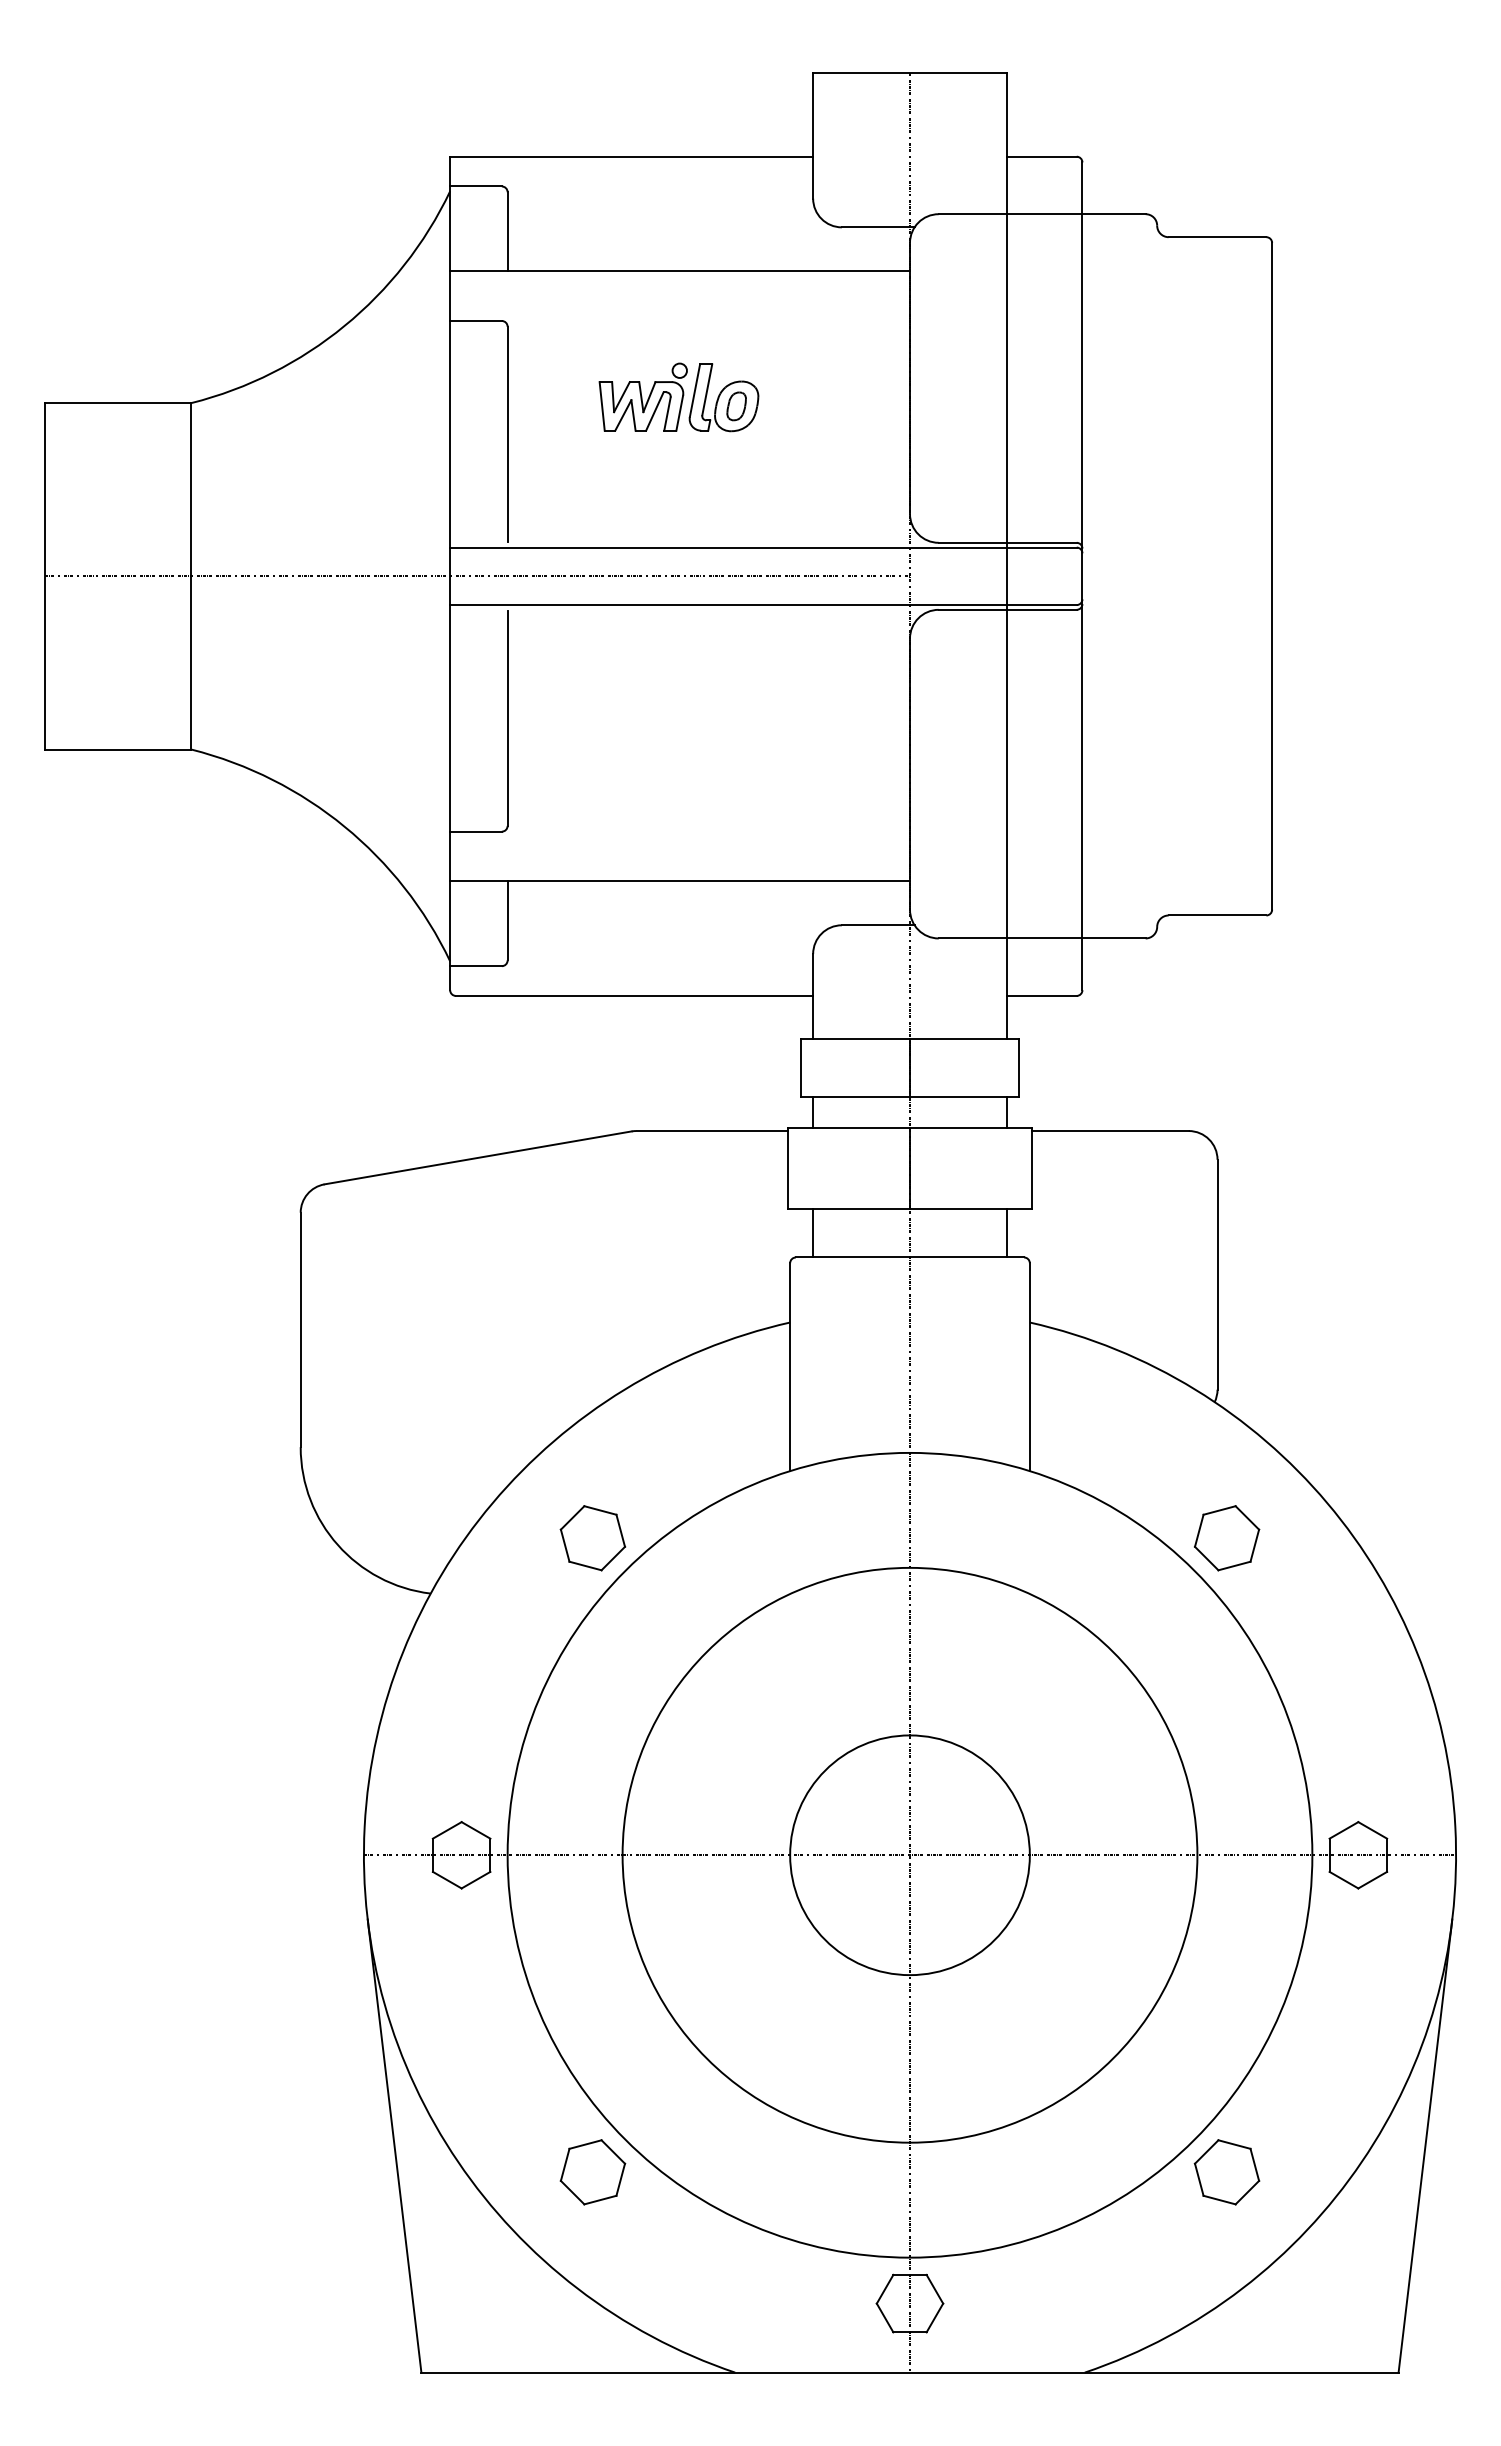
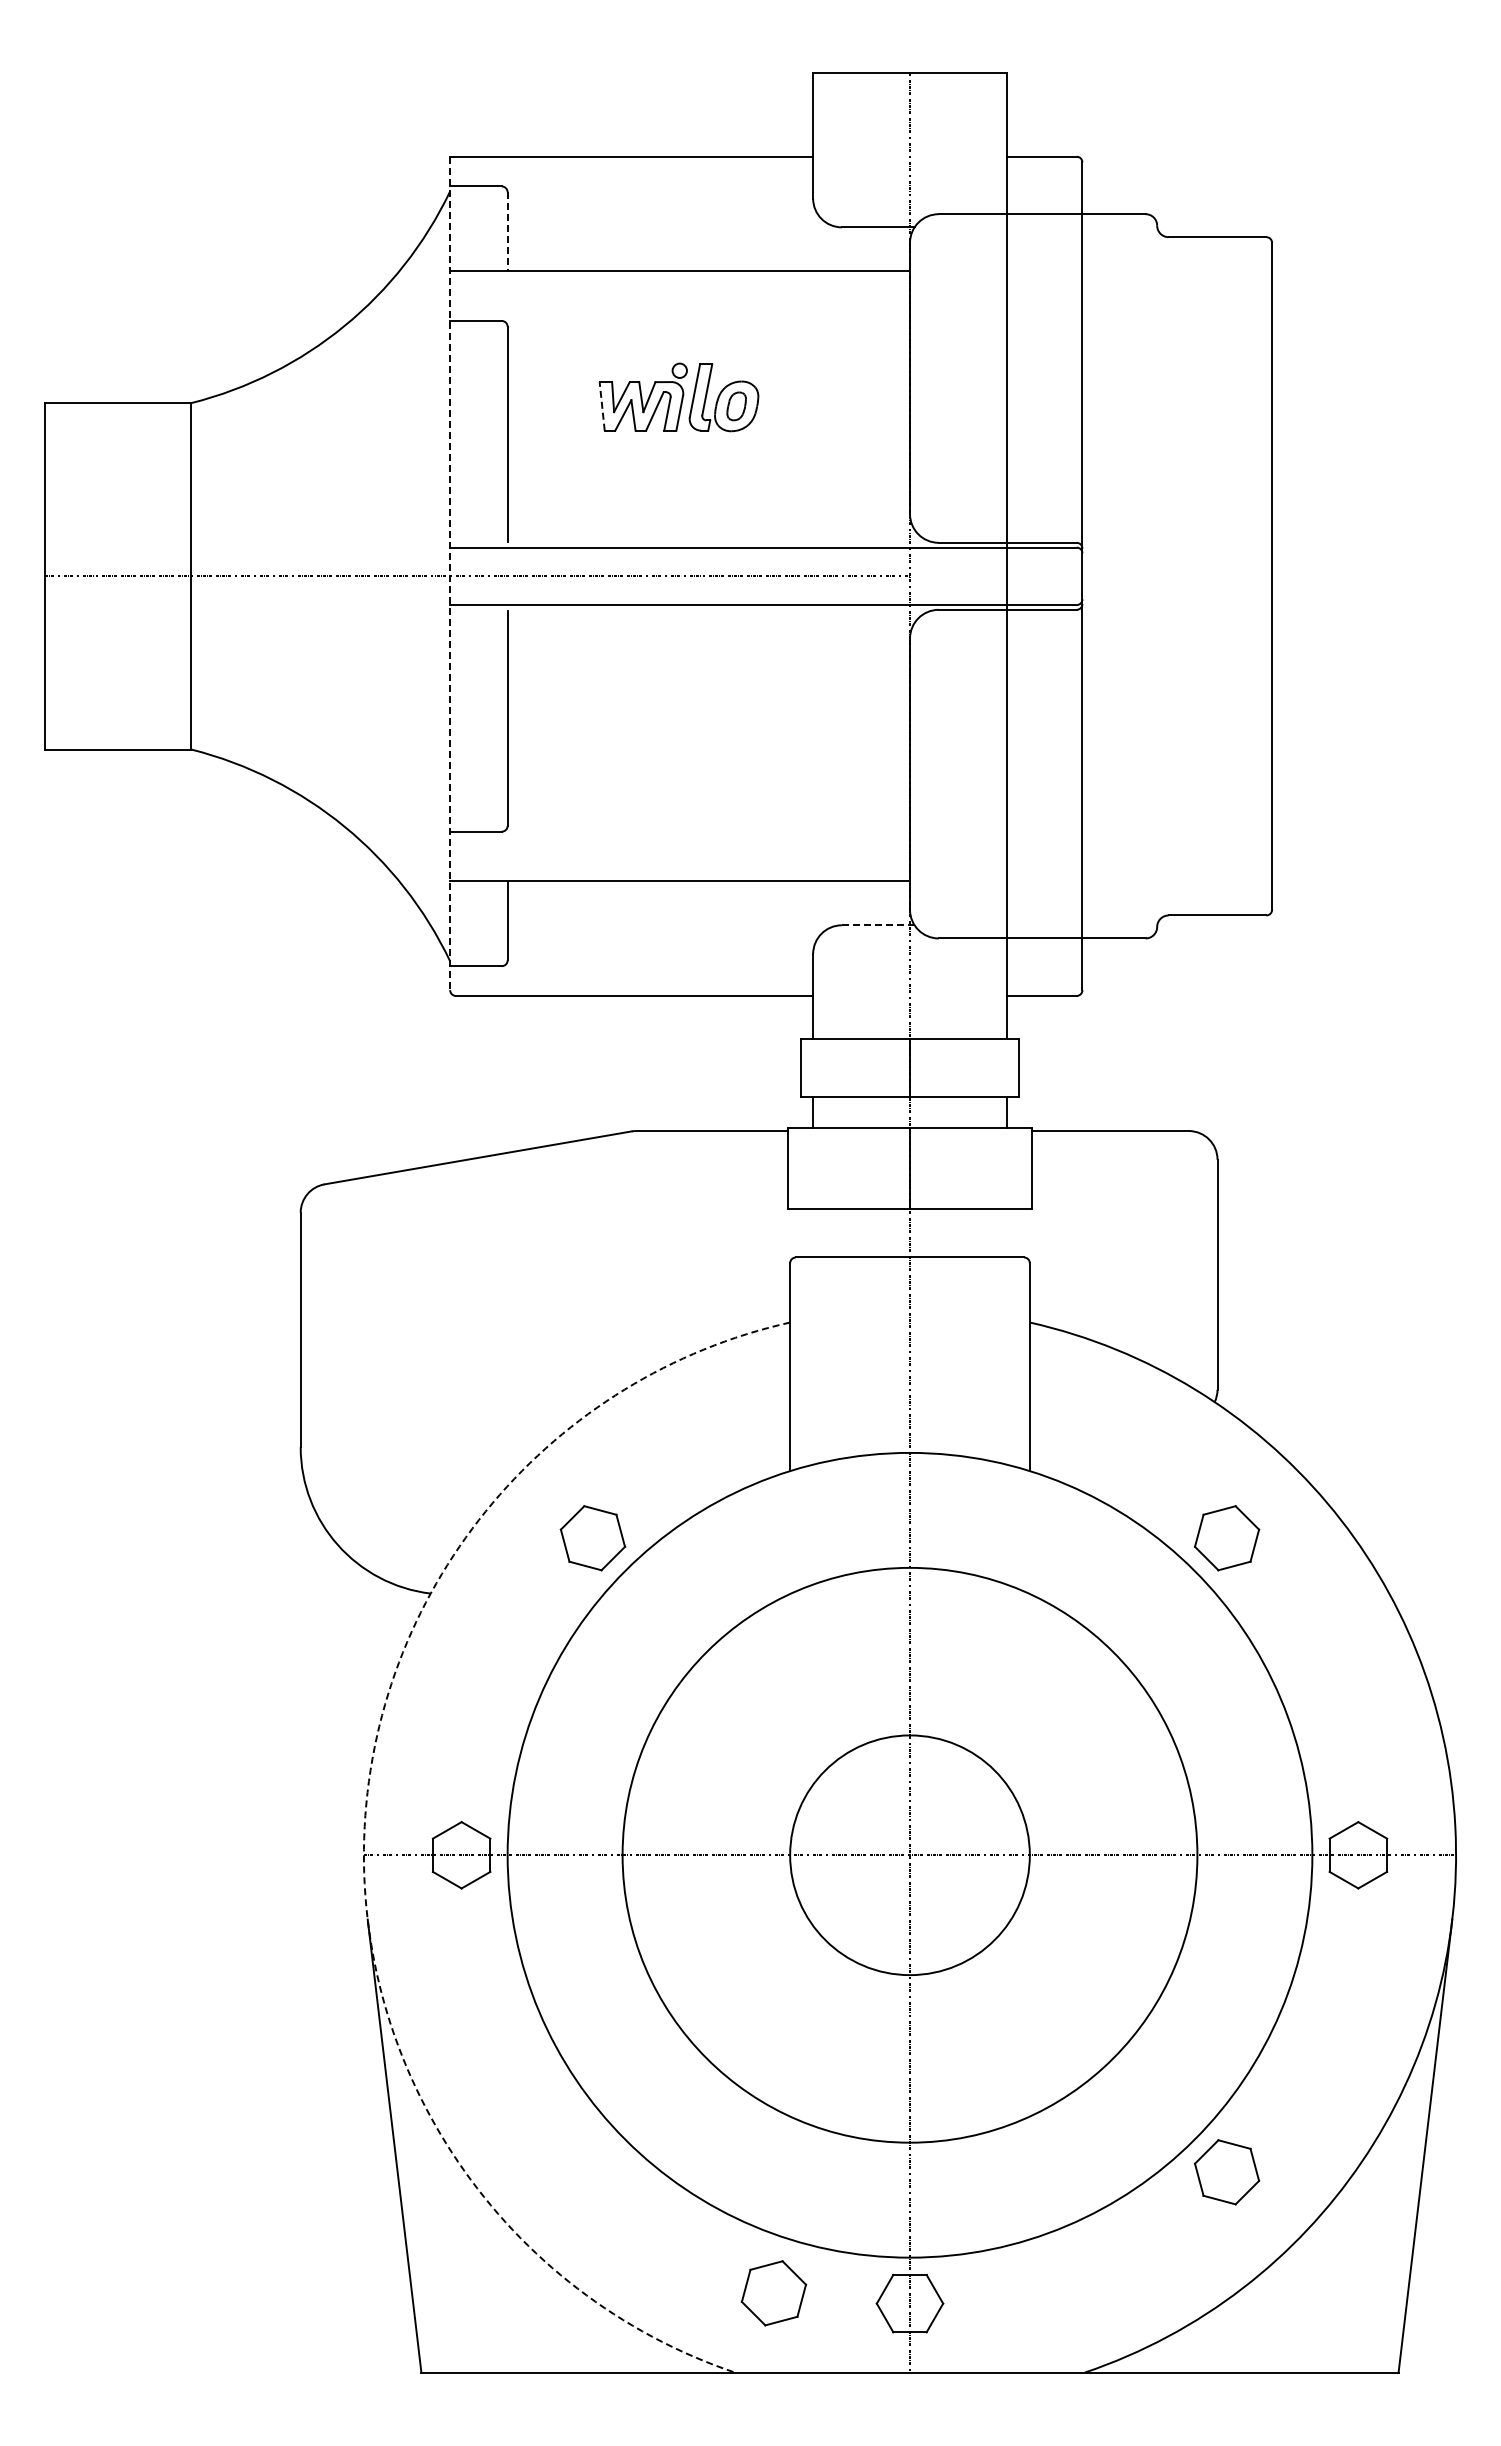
line at (507, 232): solid -> dashed
line at (602, 405): solid -> dashed
line at (450, 573): solid -> dashed
line at (877, 925): solid -> dashed
line at (813, 1232): present -> none
line at (1006, 1232): present -> none
arc at (364, 1826): solid -> dashed
part at (592, 2172) position: (592, 2172) -> (773, 2293)
